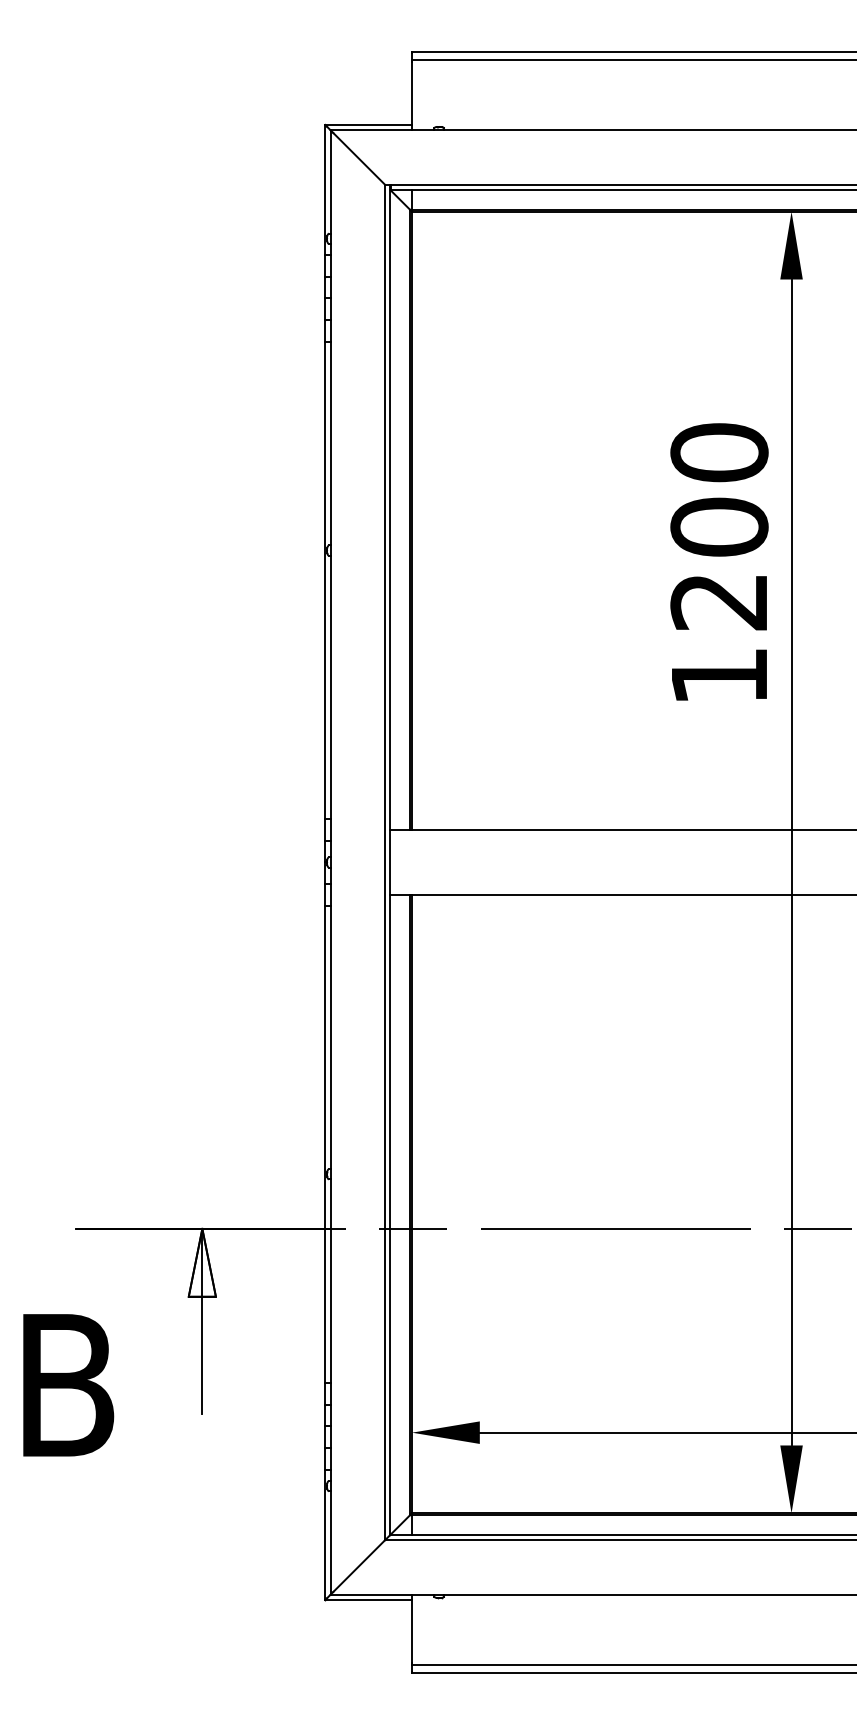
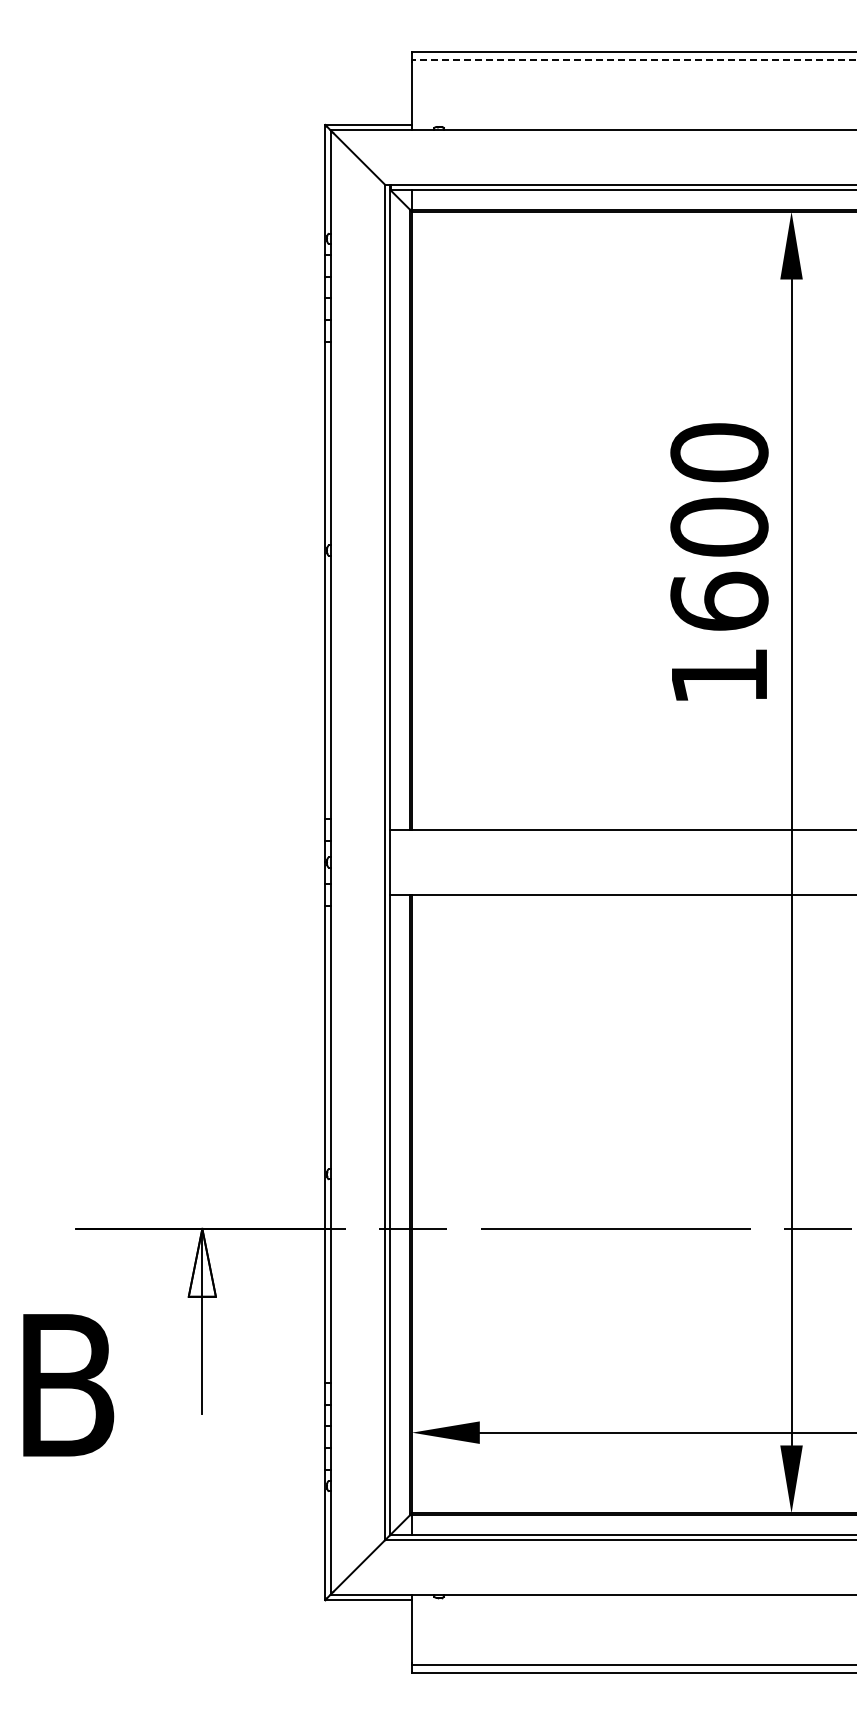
line at (633, 59): solid -> dashed
text at (719, 600): 1200 -> 1600
